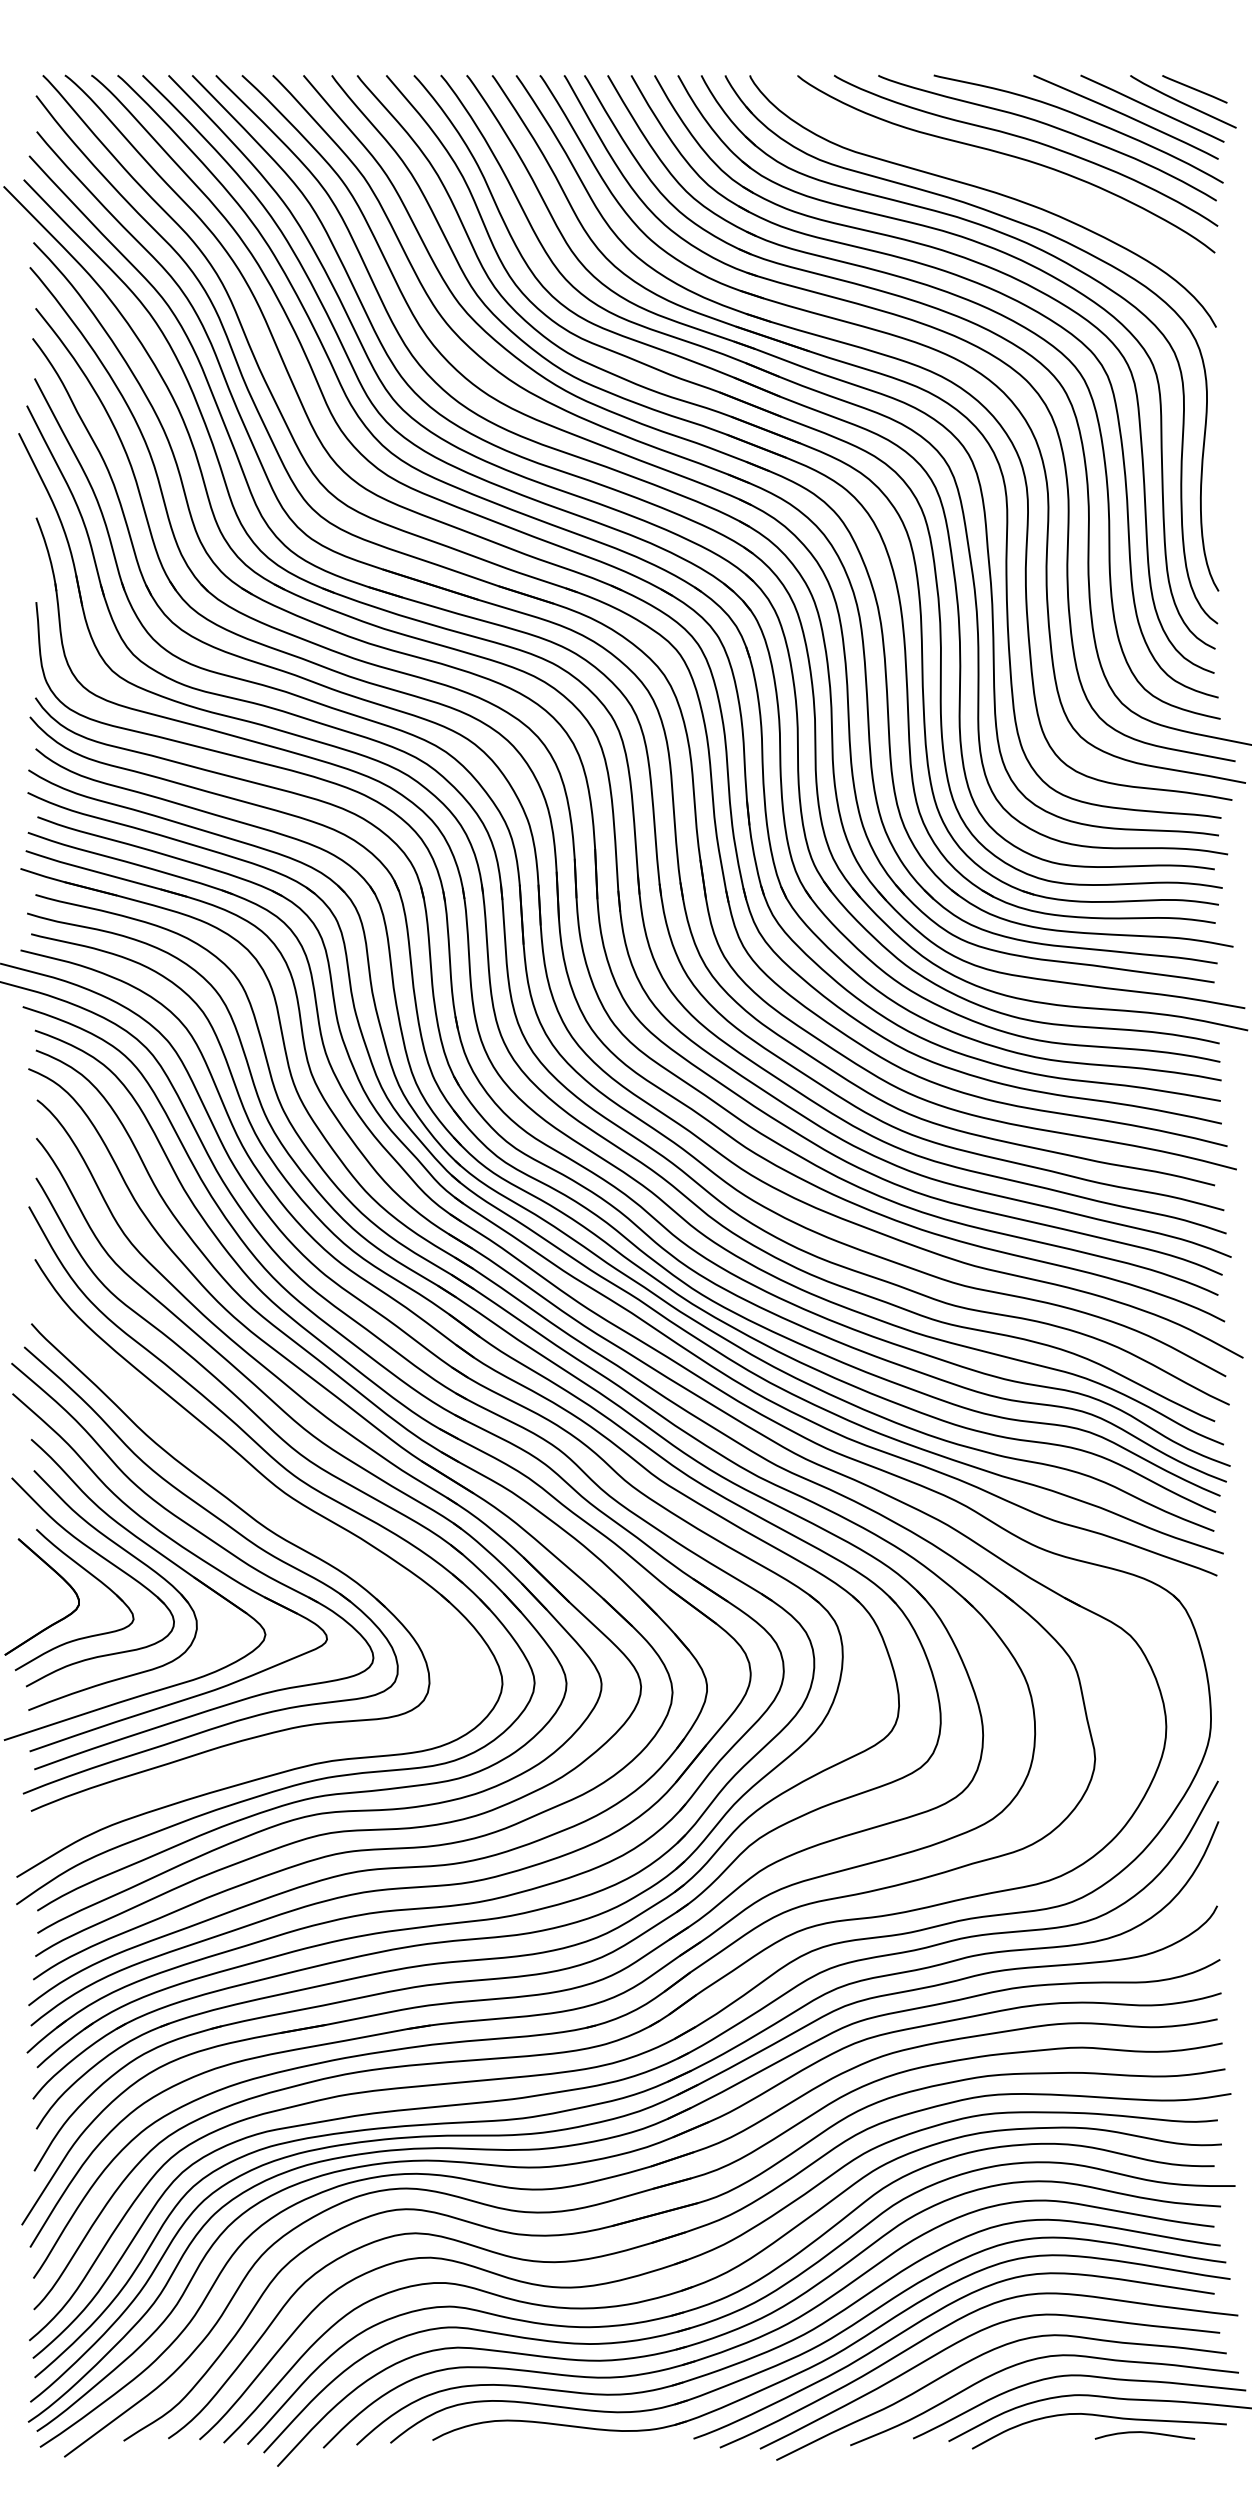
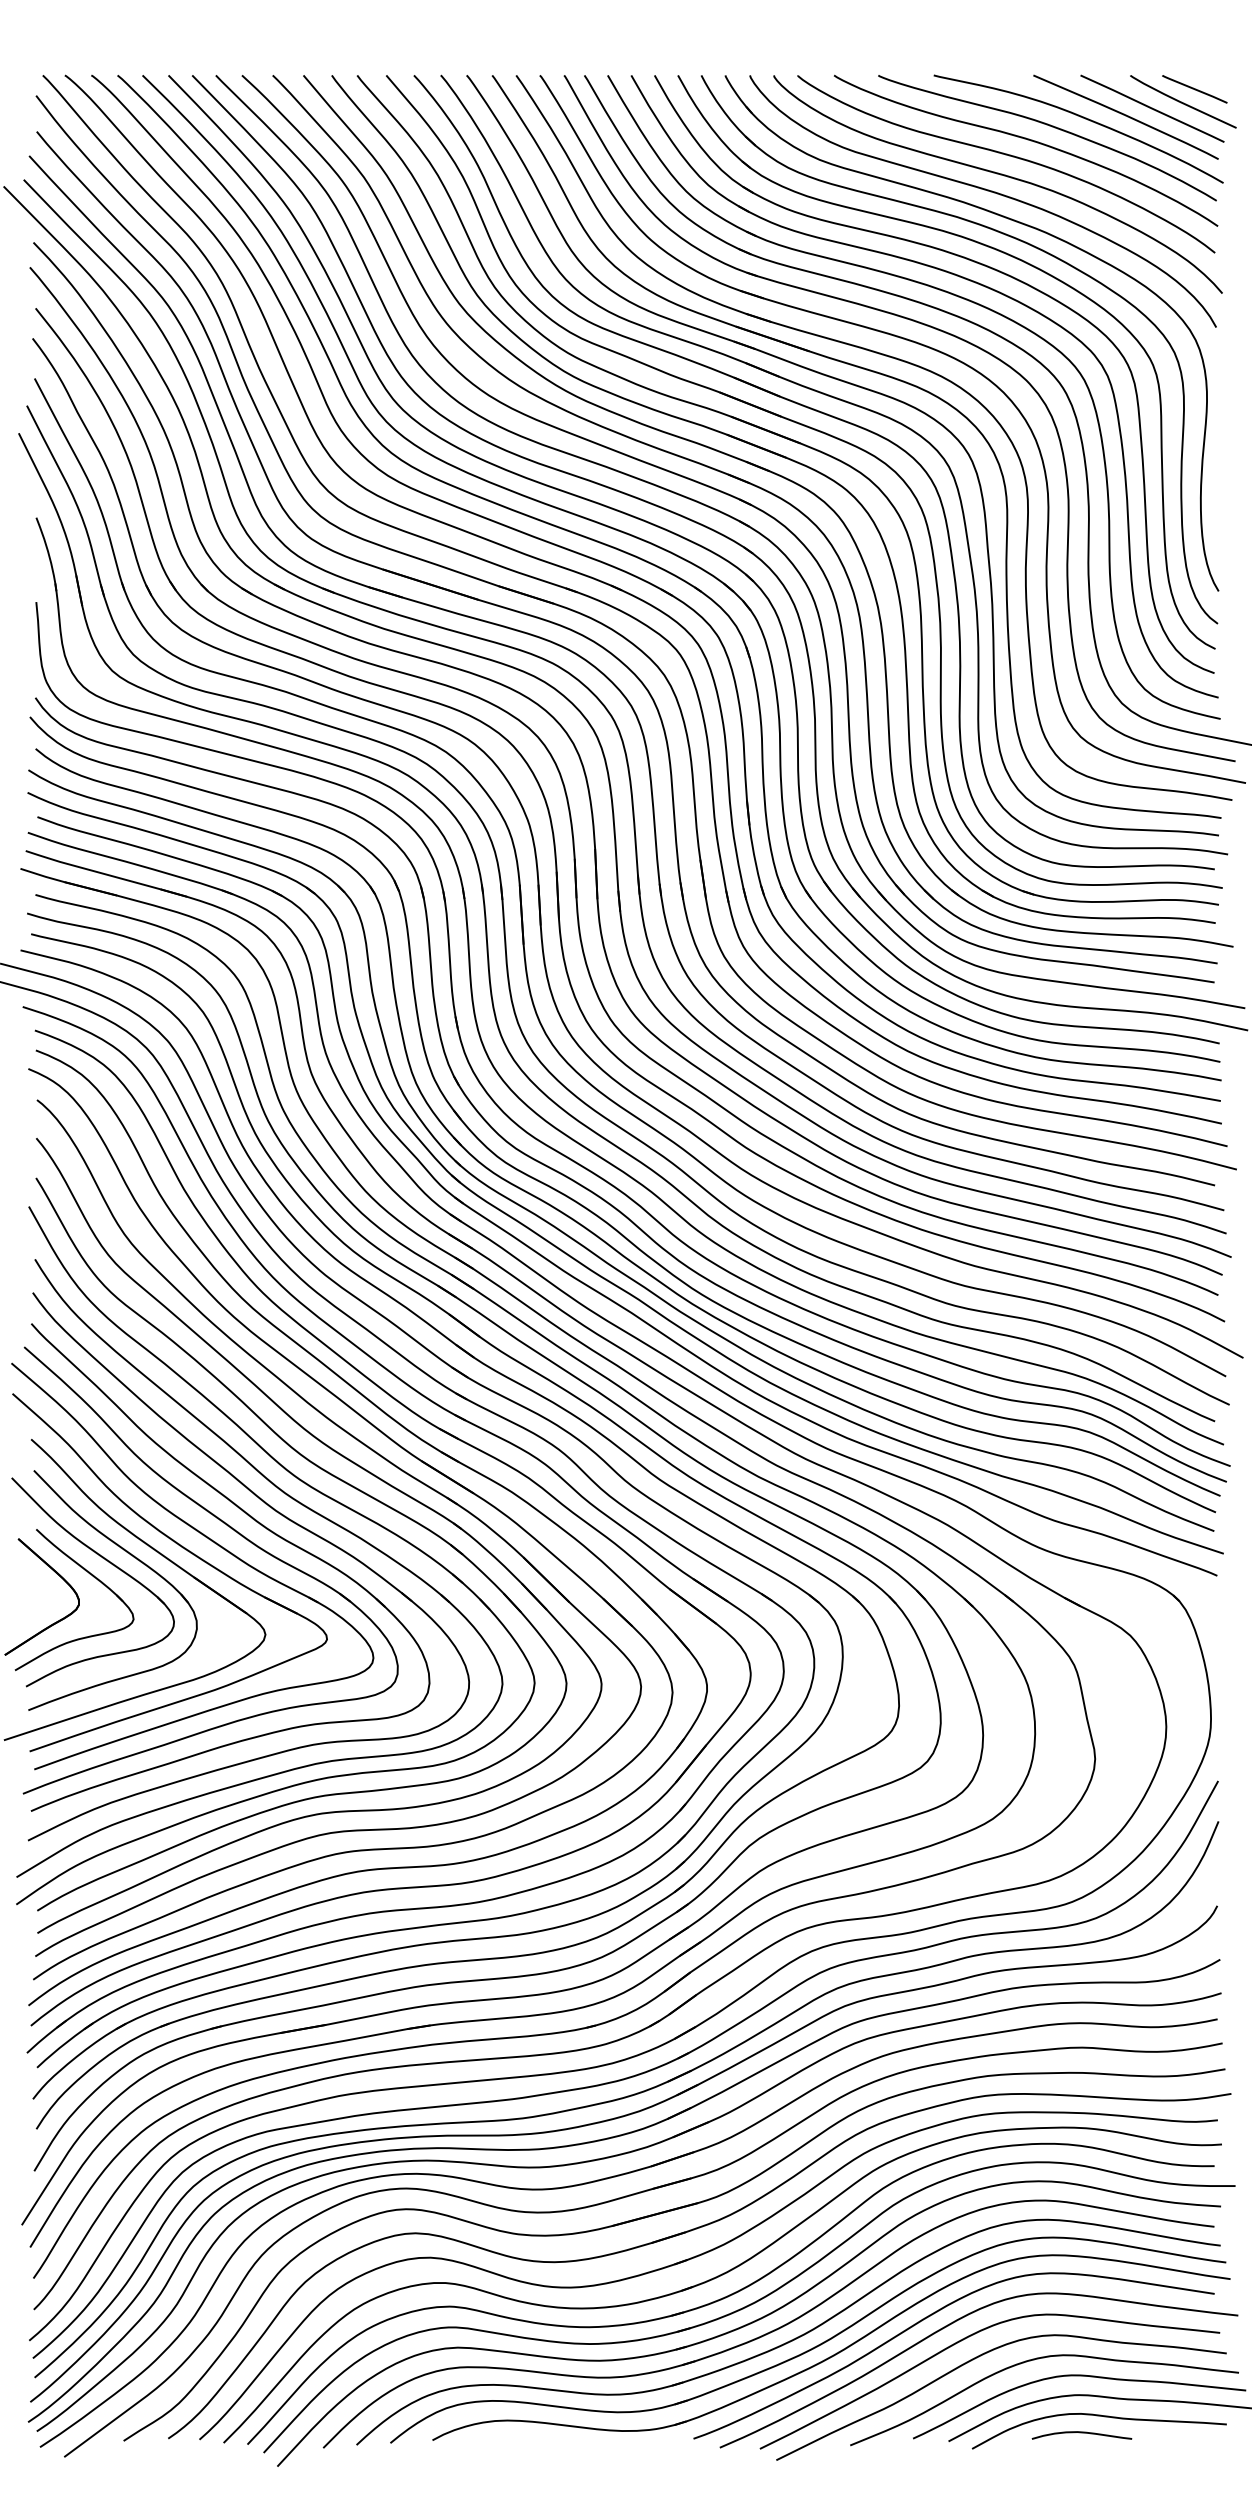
curve at (1000, 175): none -> present
part at (282, 1516): none -> present
curve at (1144, 2433) position: (1144, 2433) -> (1081, 2433)
